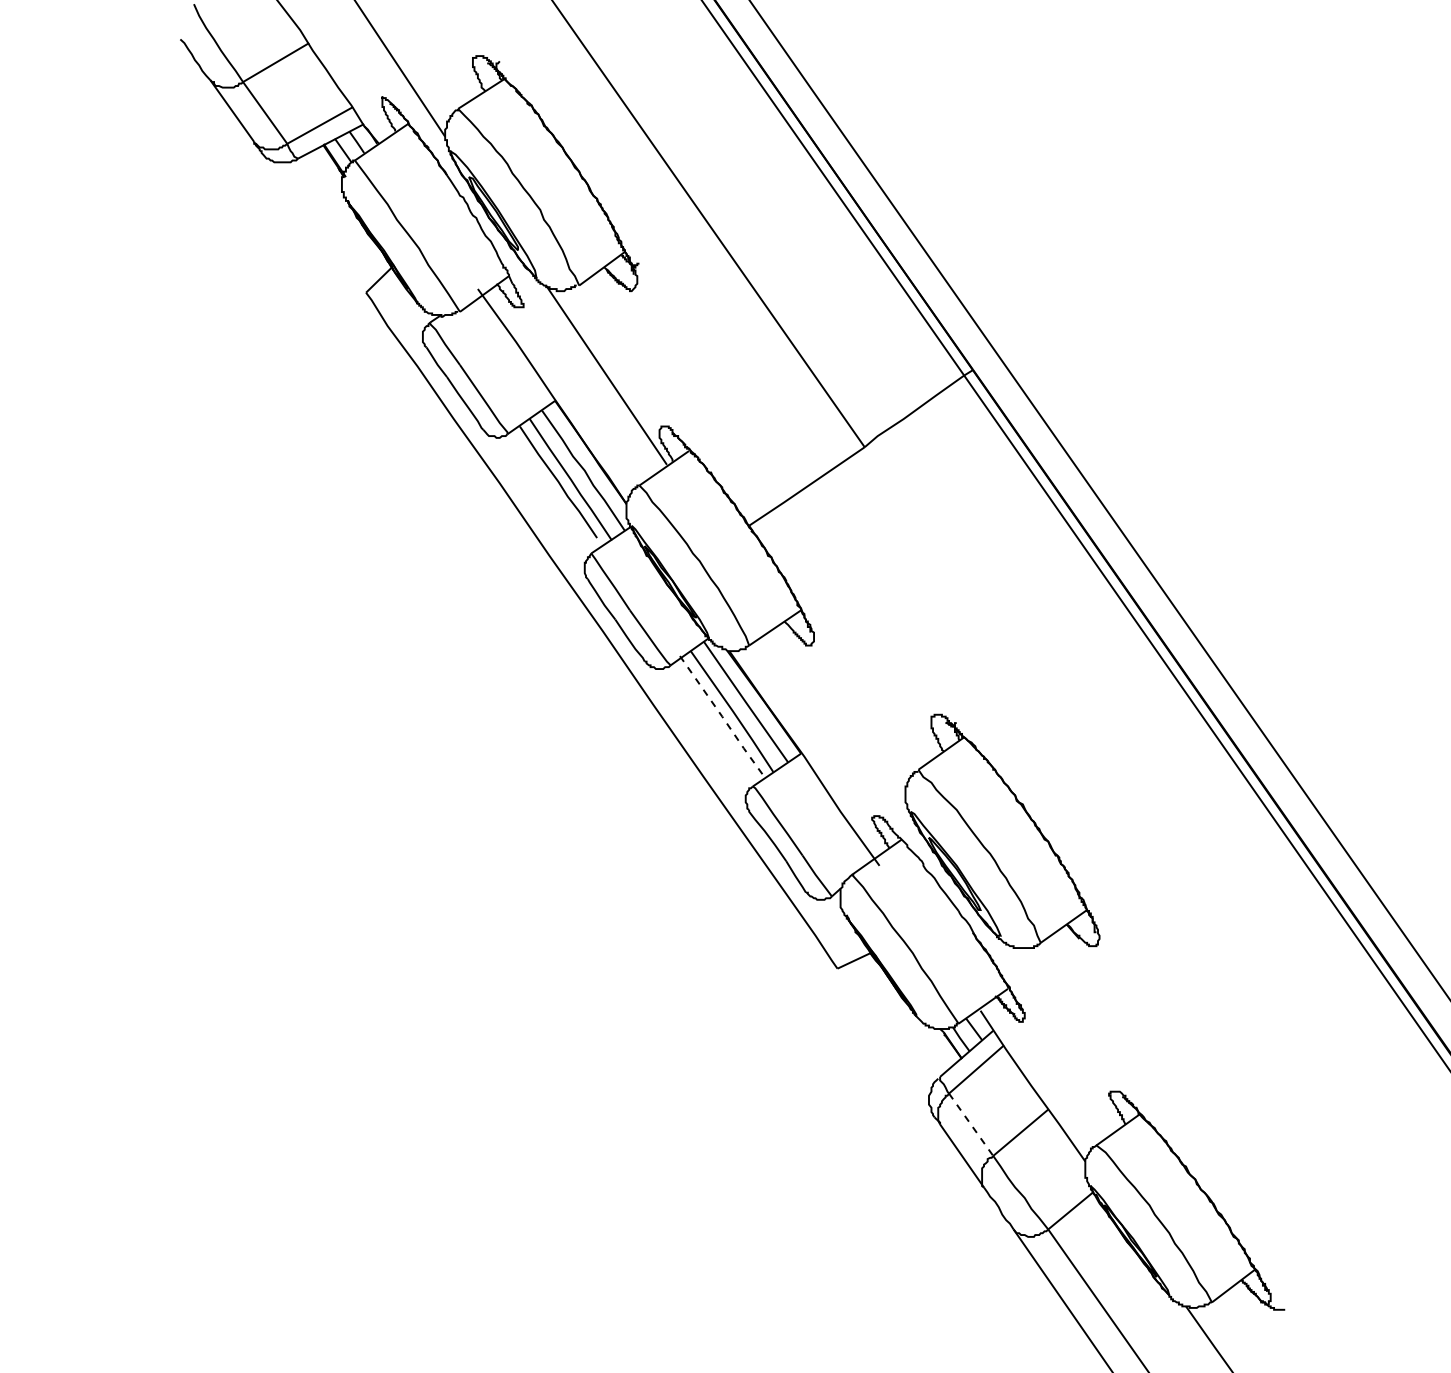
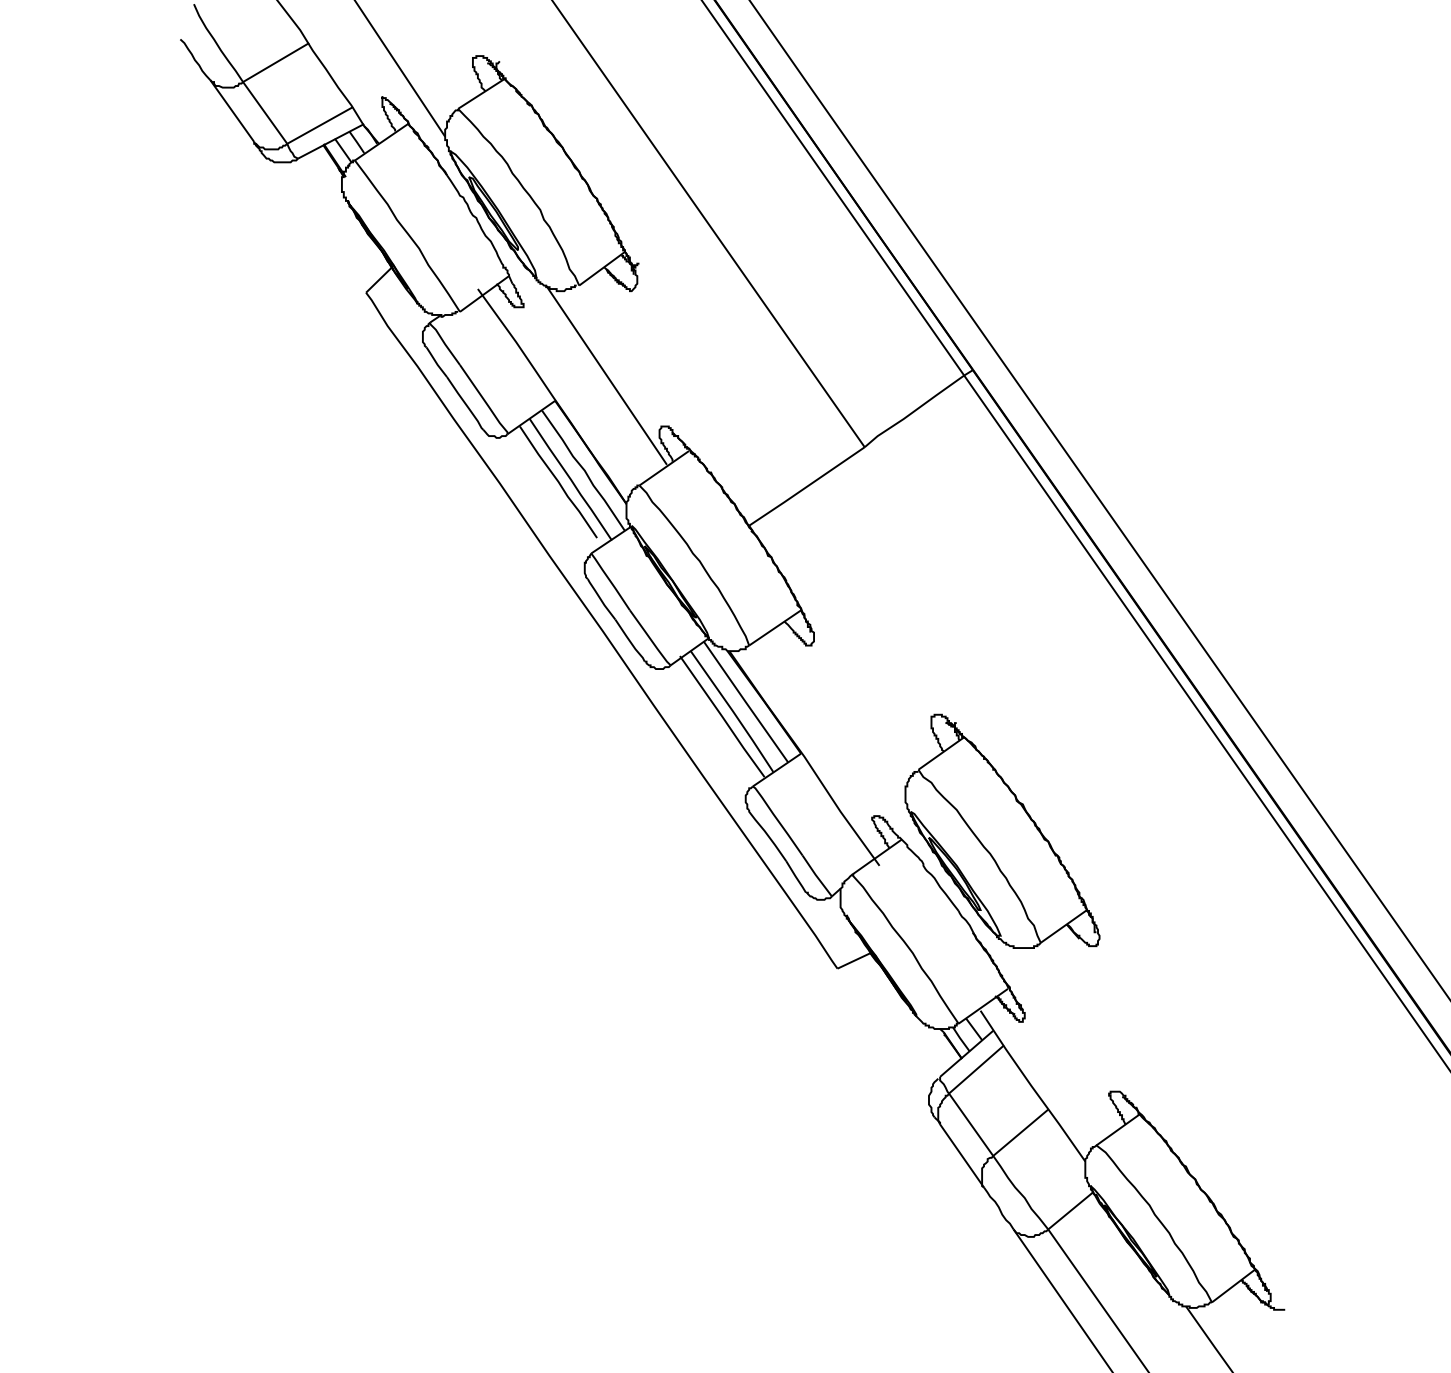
line at (722, 717): dashed -> solid
line at (971, 1125): dashed -> solid
